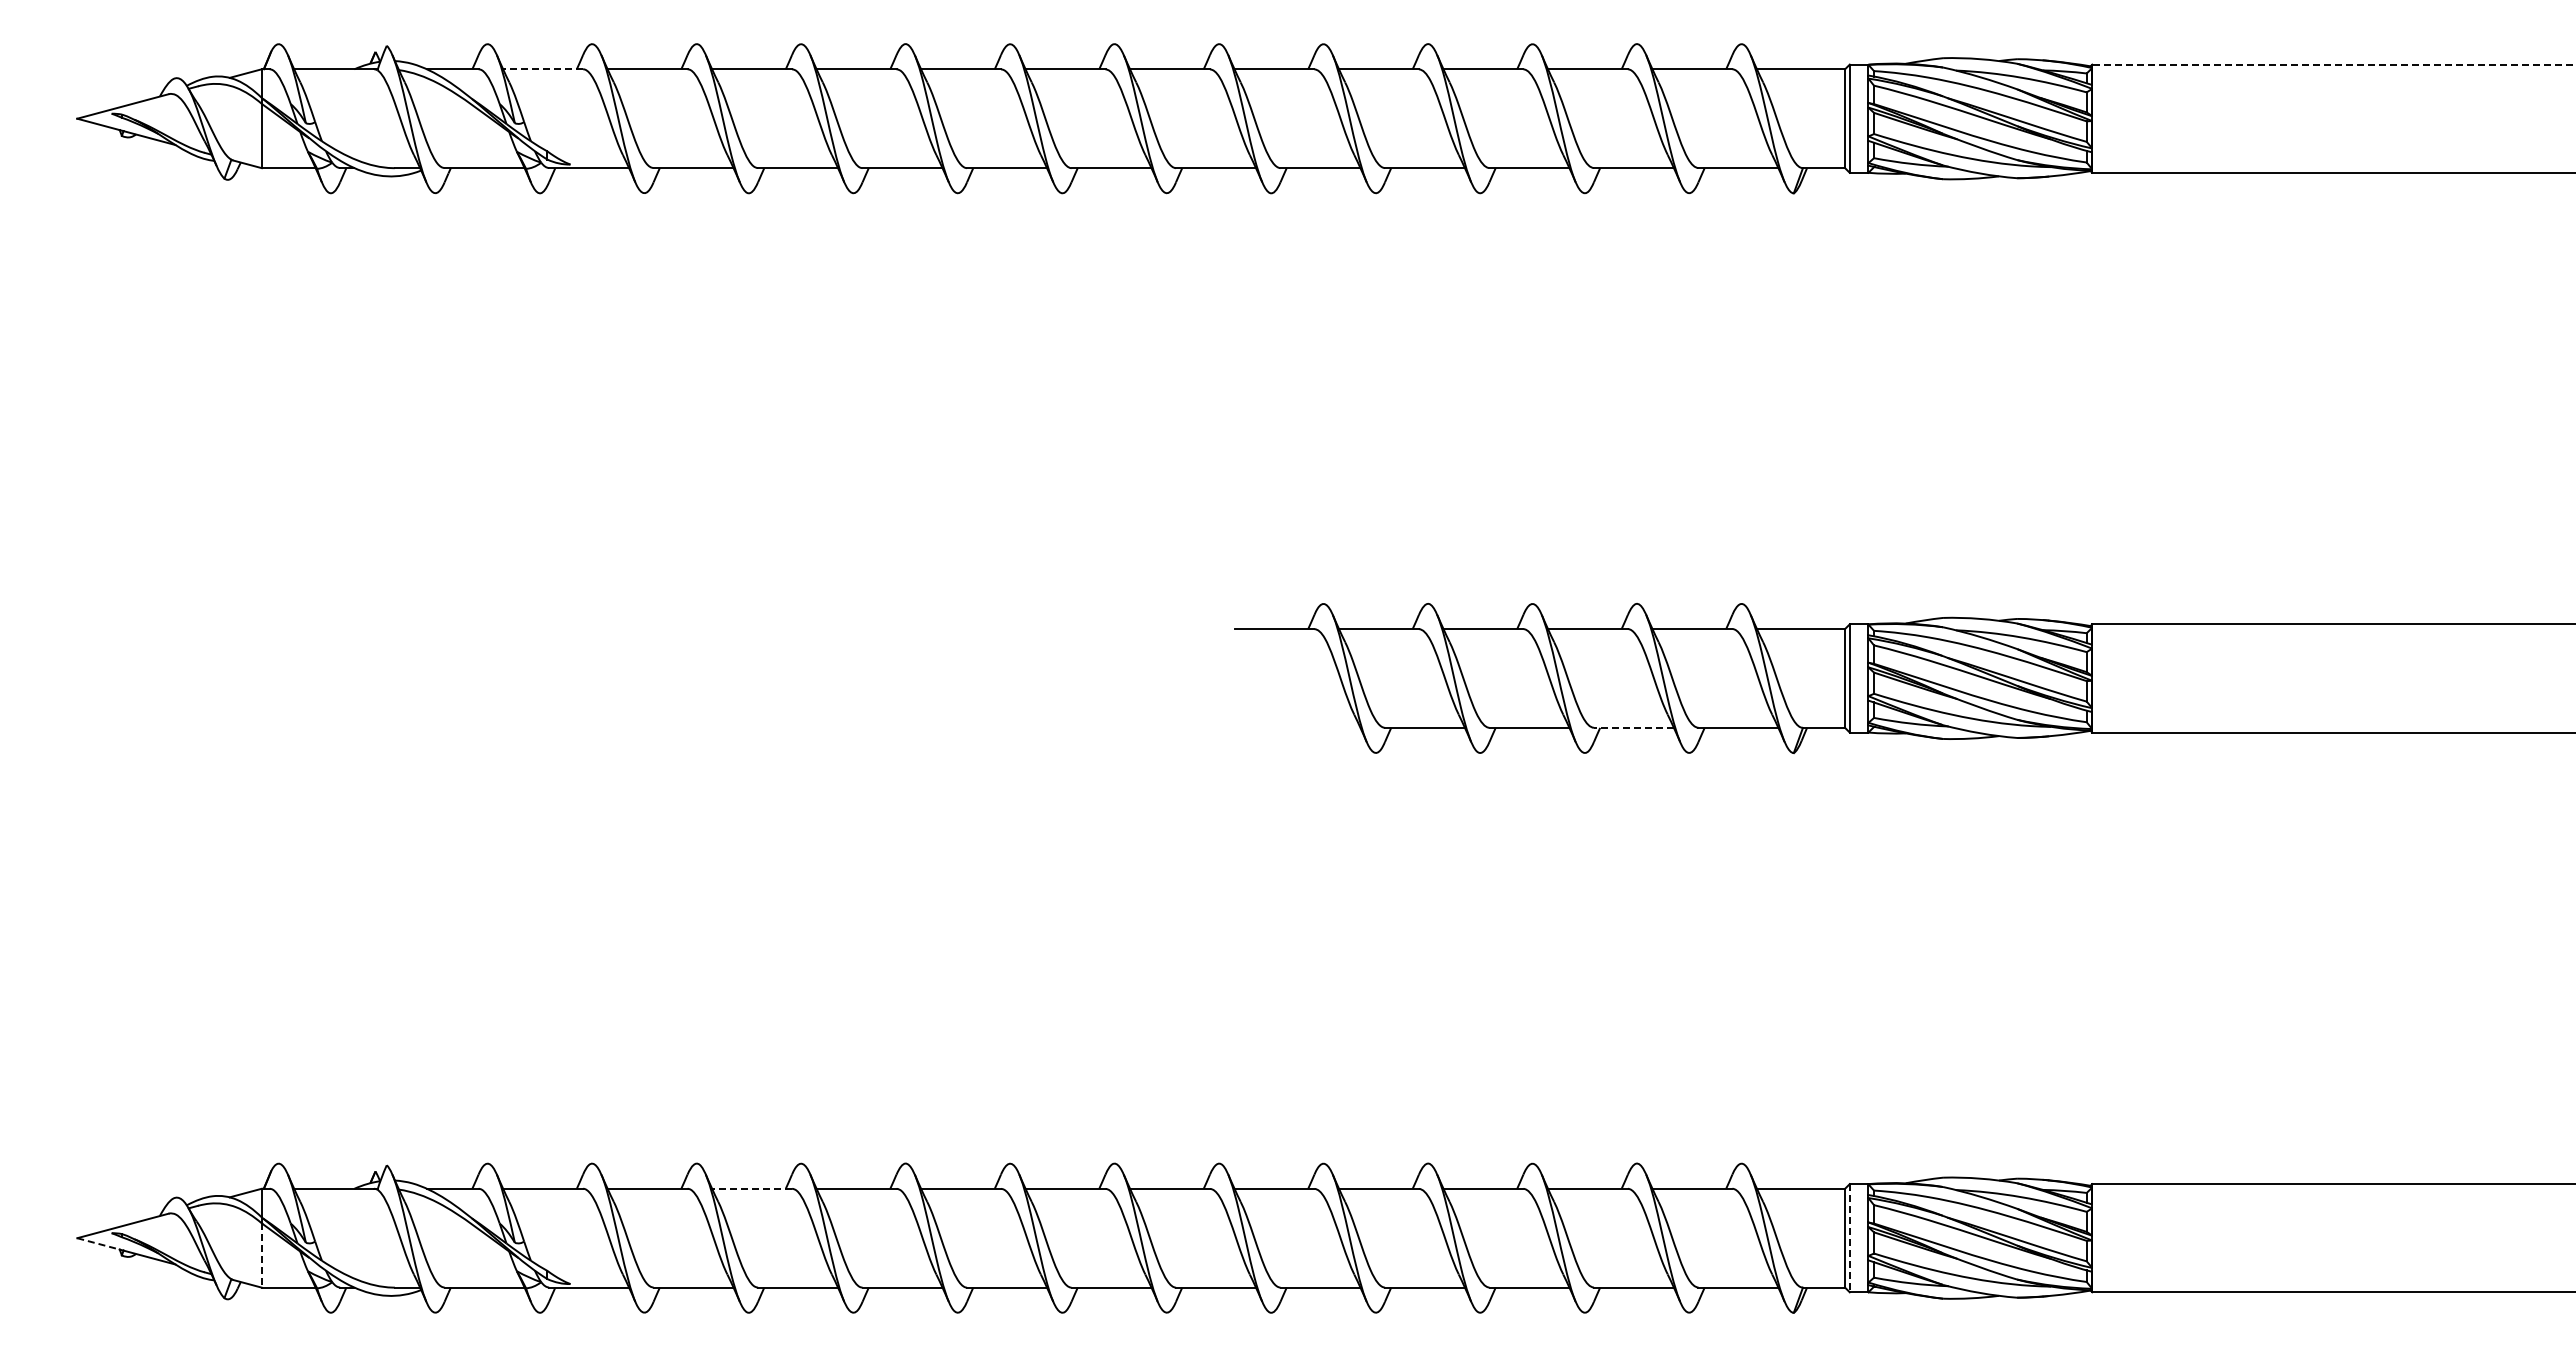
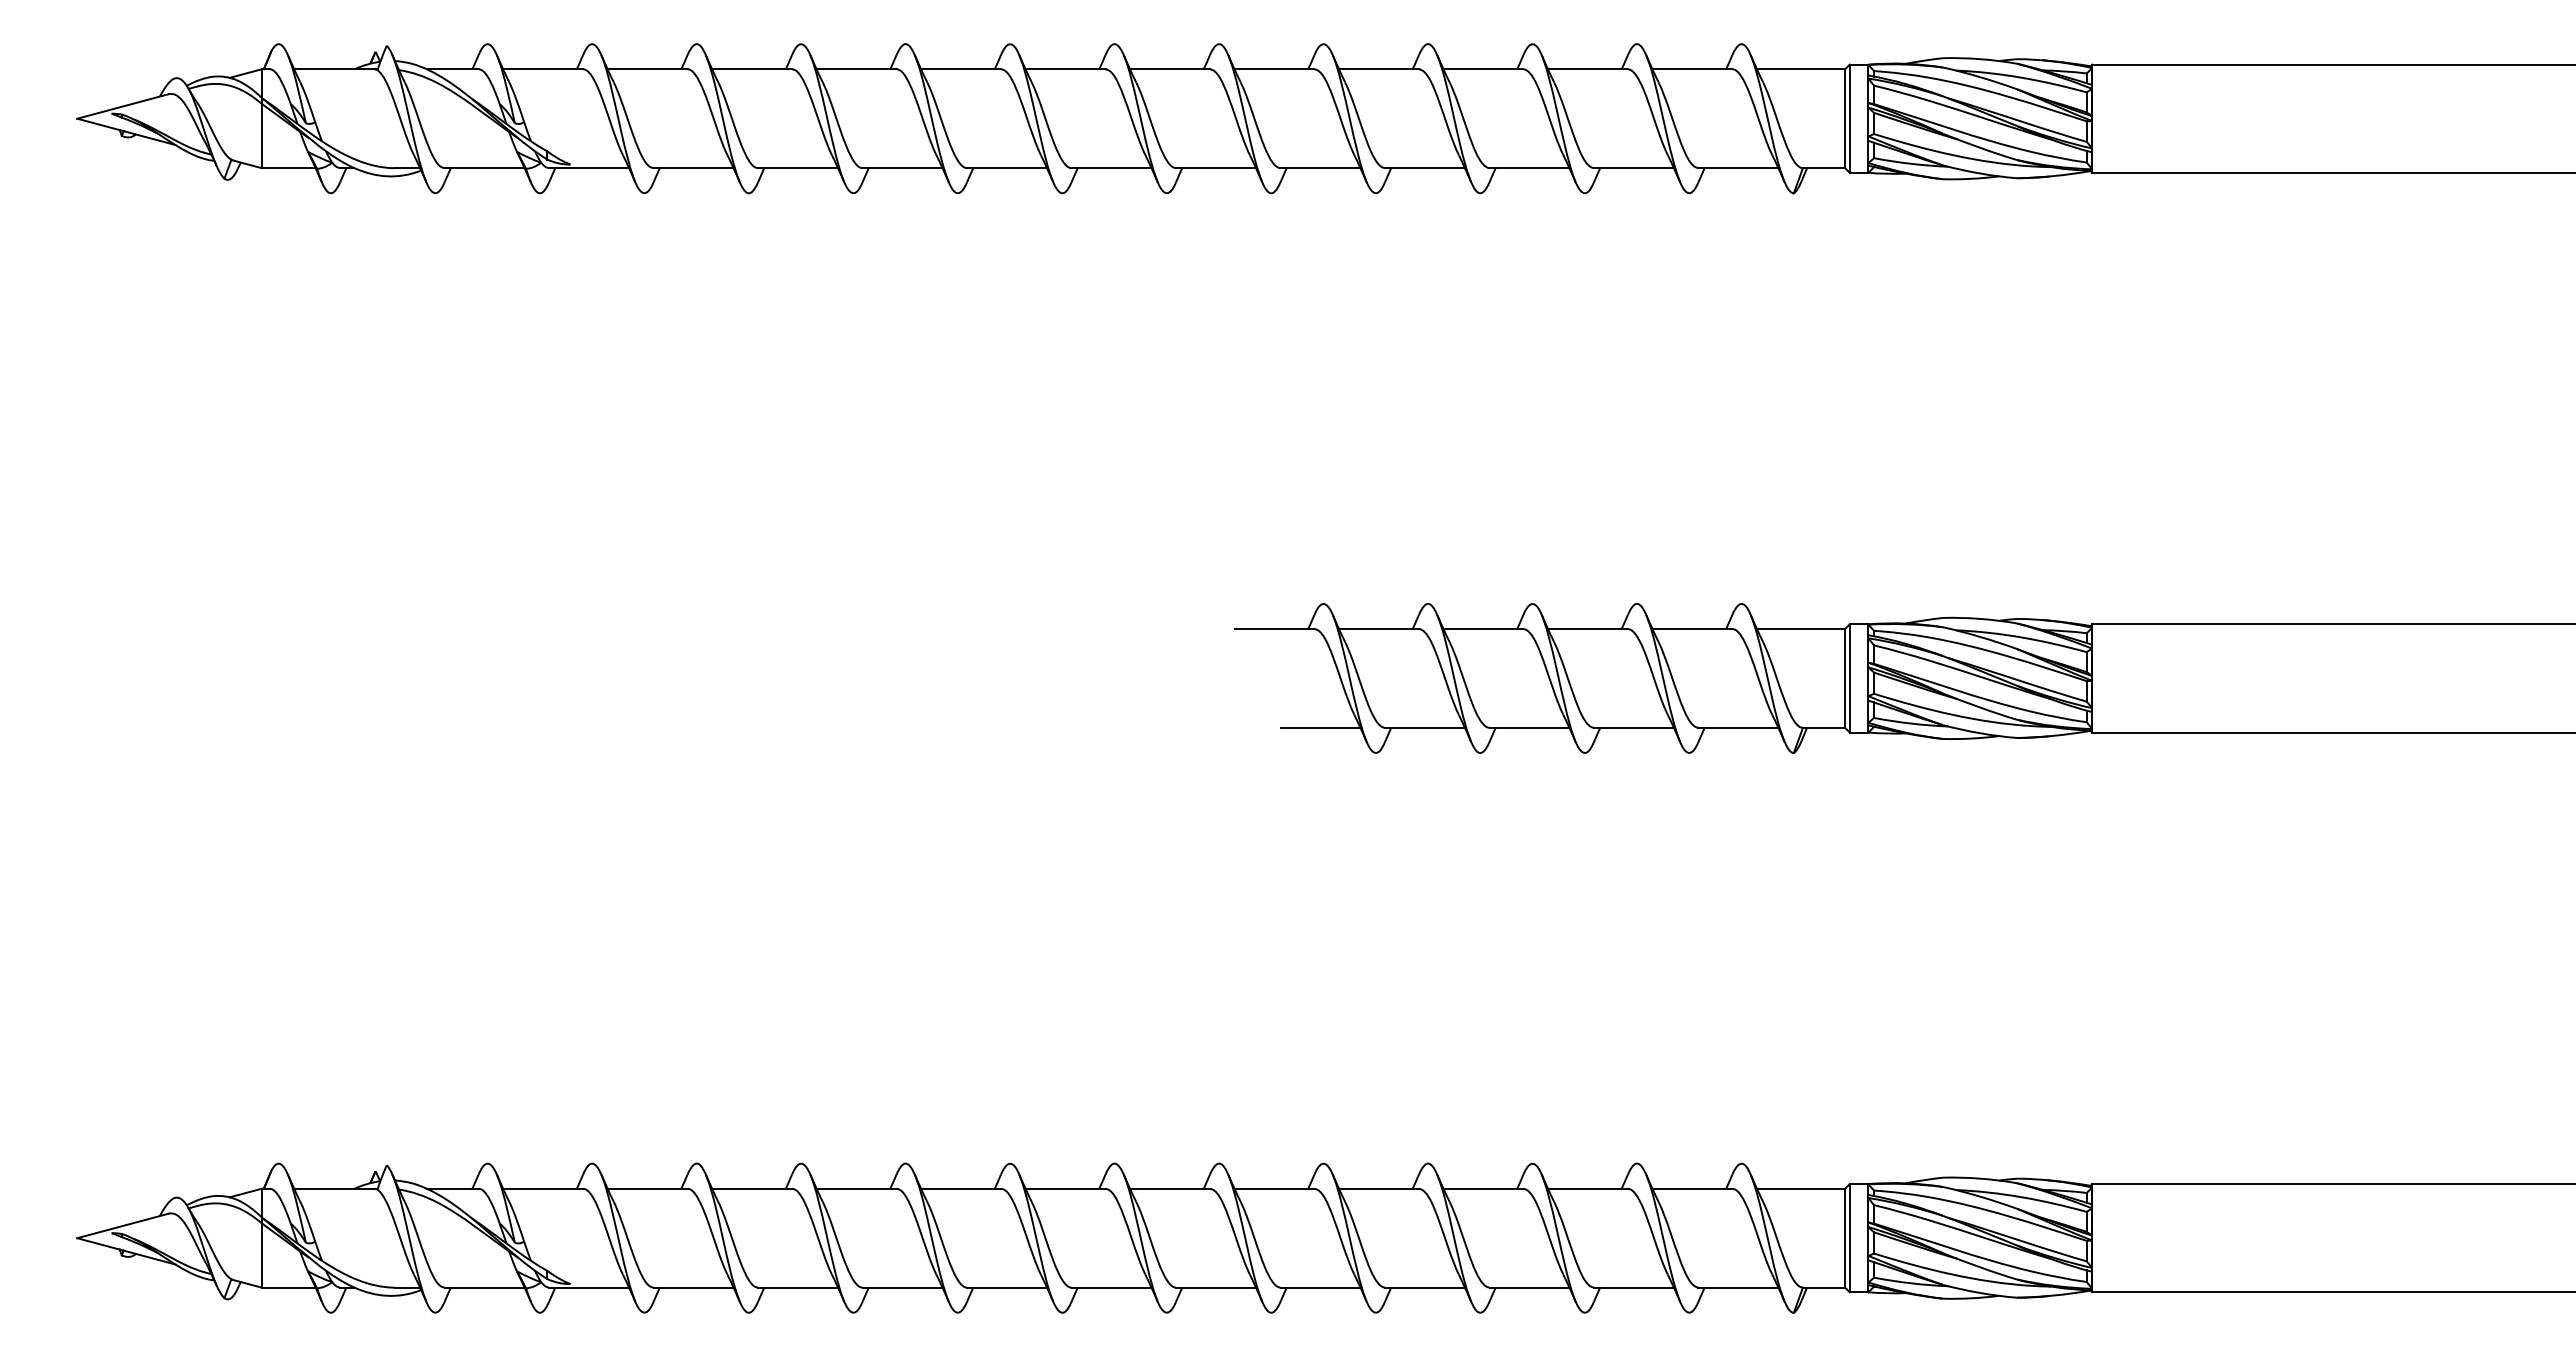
line at (2333, 64): dashed -> solid
line at (543, 69): dashed -> solid
line at (1320, 727): none -> present
line at (1633, 727): dashed -> solid
line at (752, 1188): dashed -> solid
line at (1849, 1238): dashed -> solid
line at (98, 1243): dashed -> solid
line at (261, 1256): dashed -> solid
